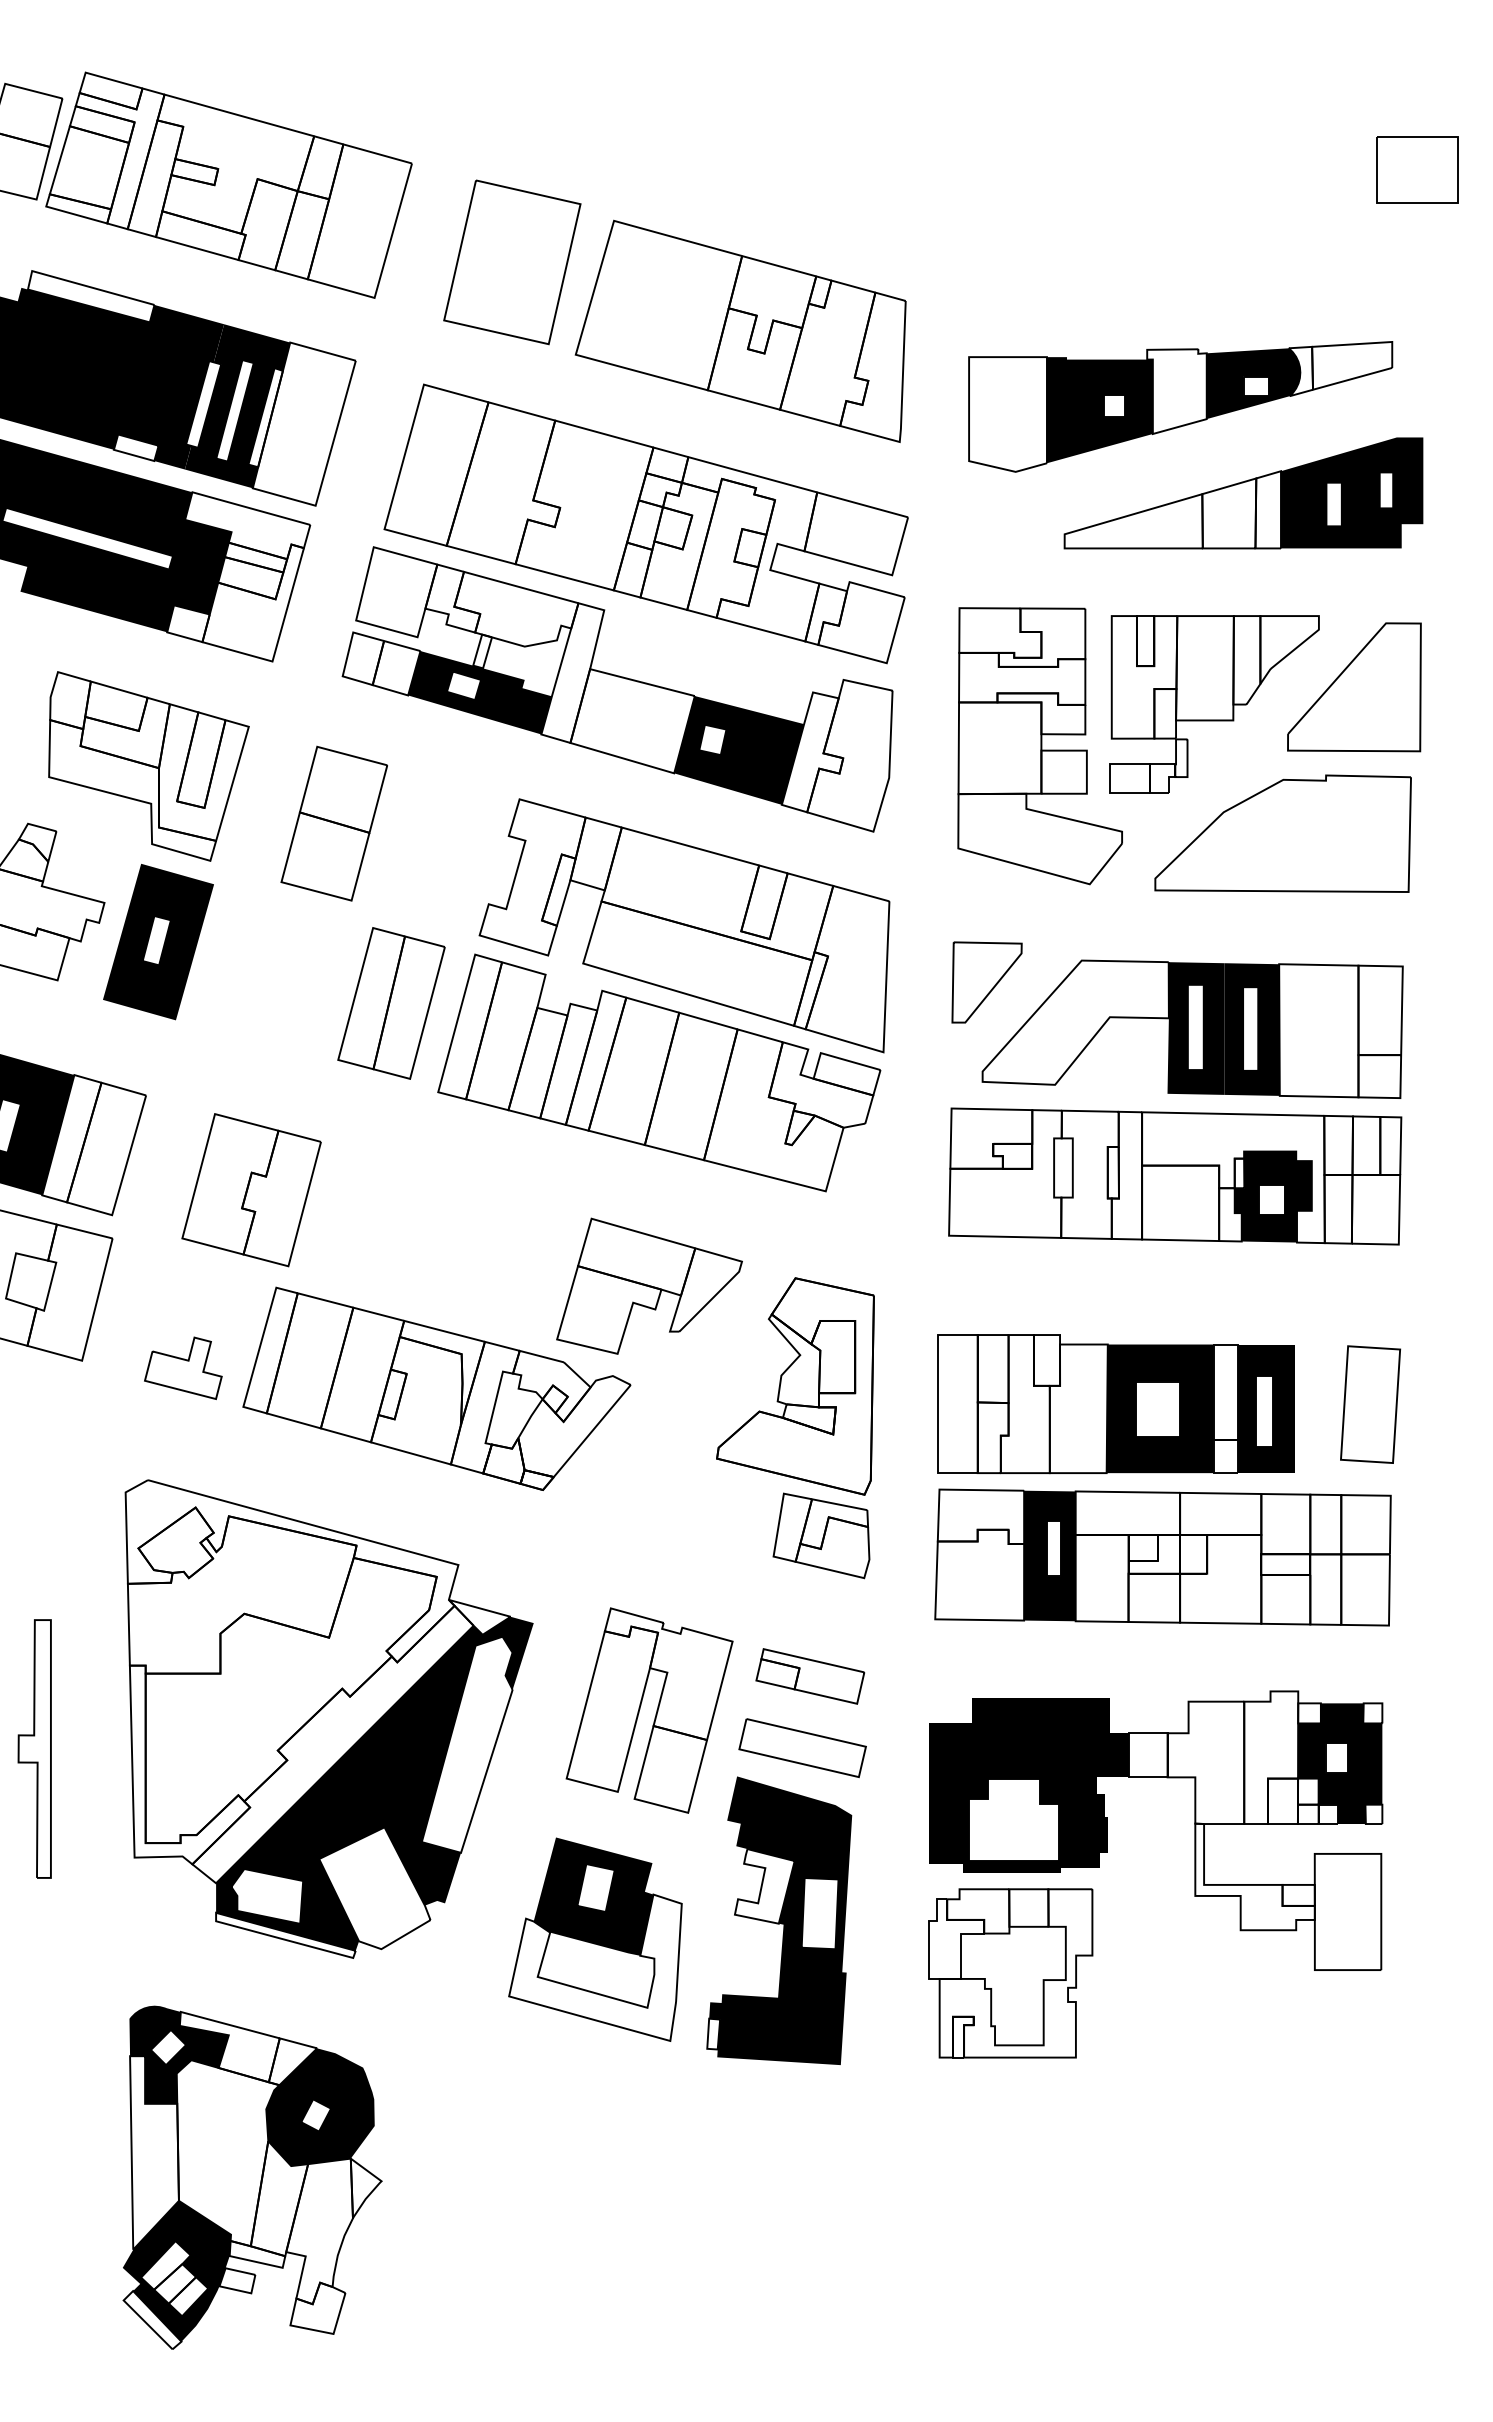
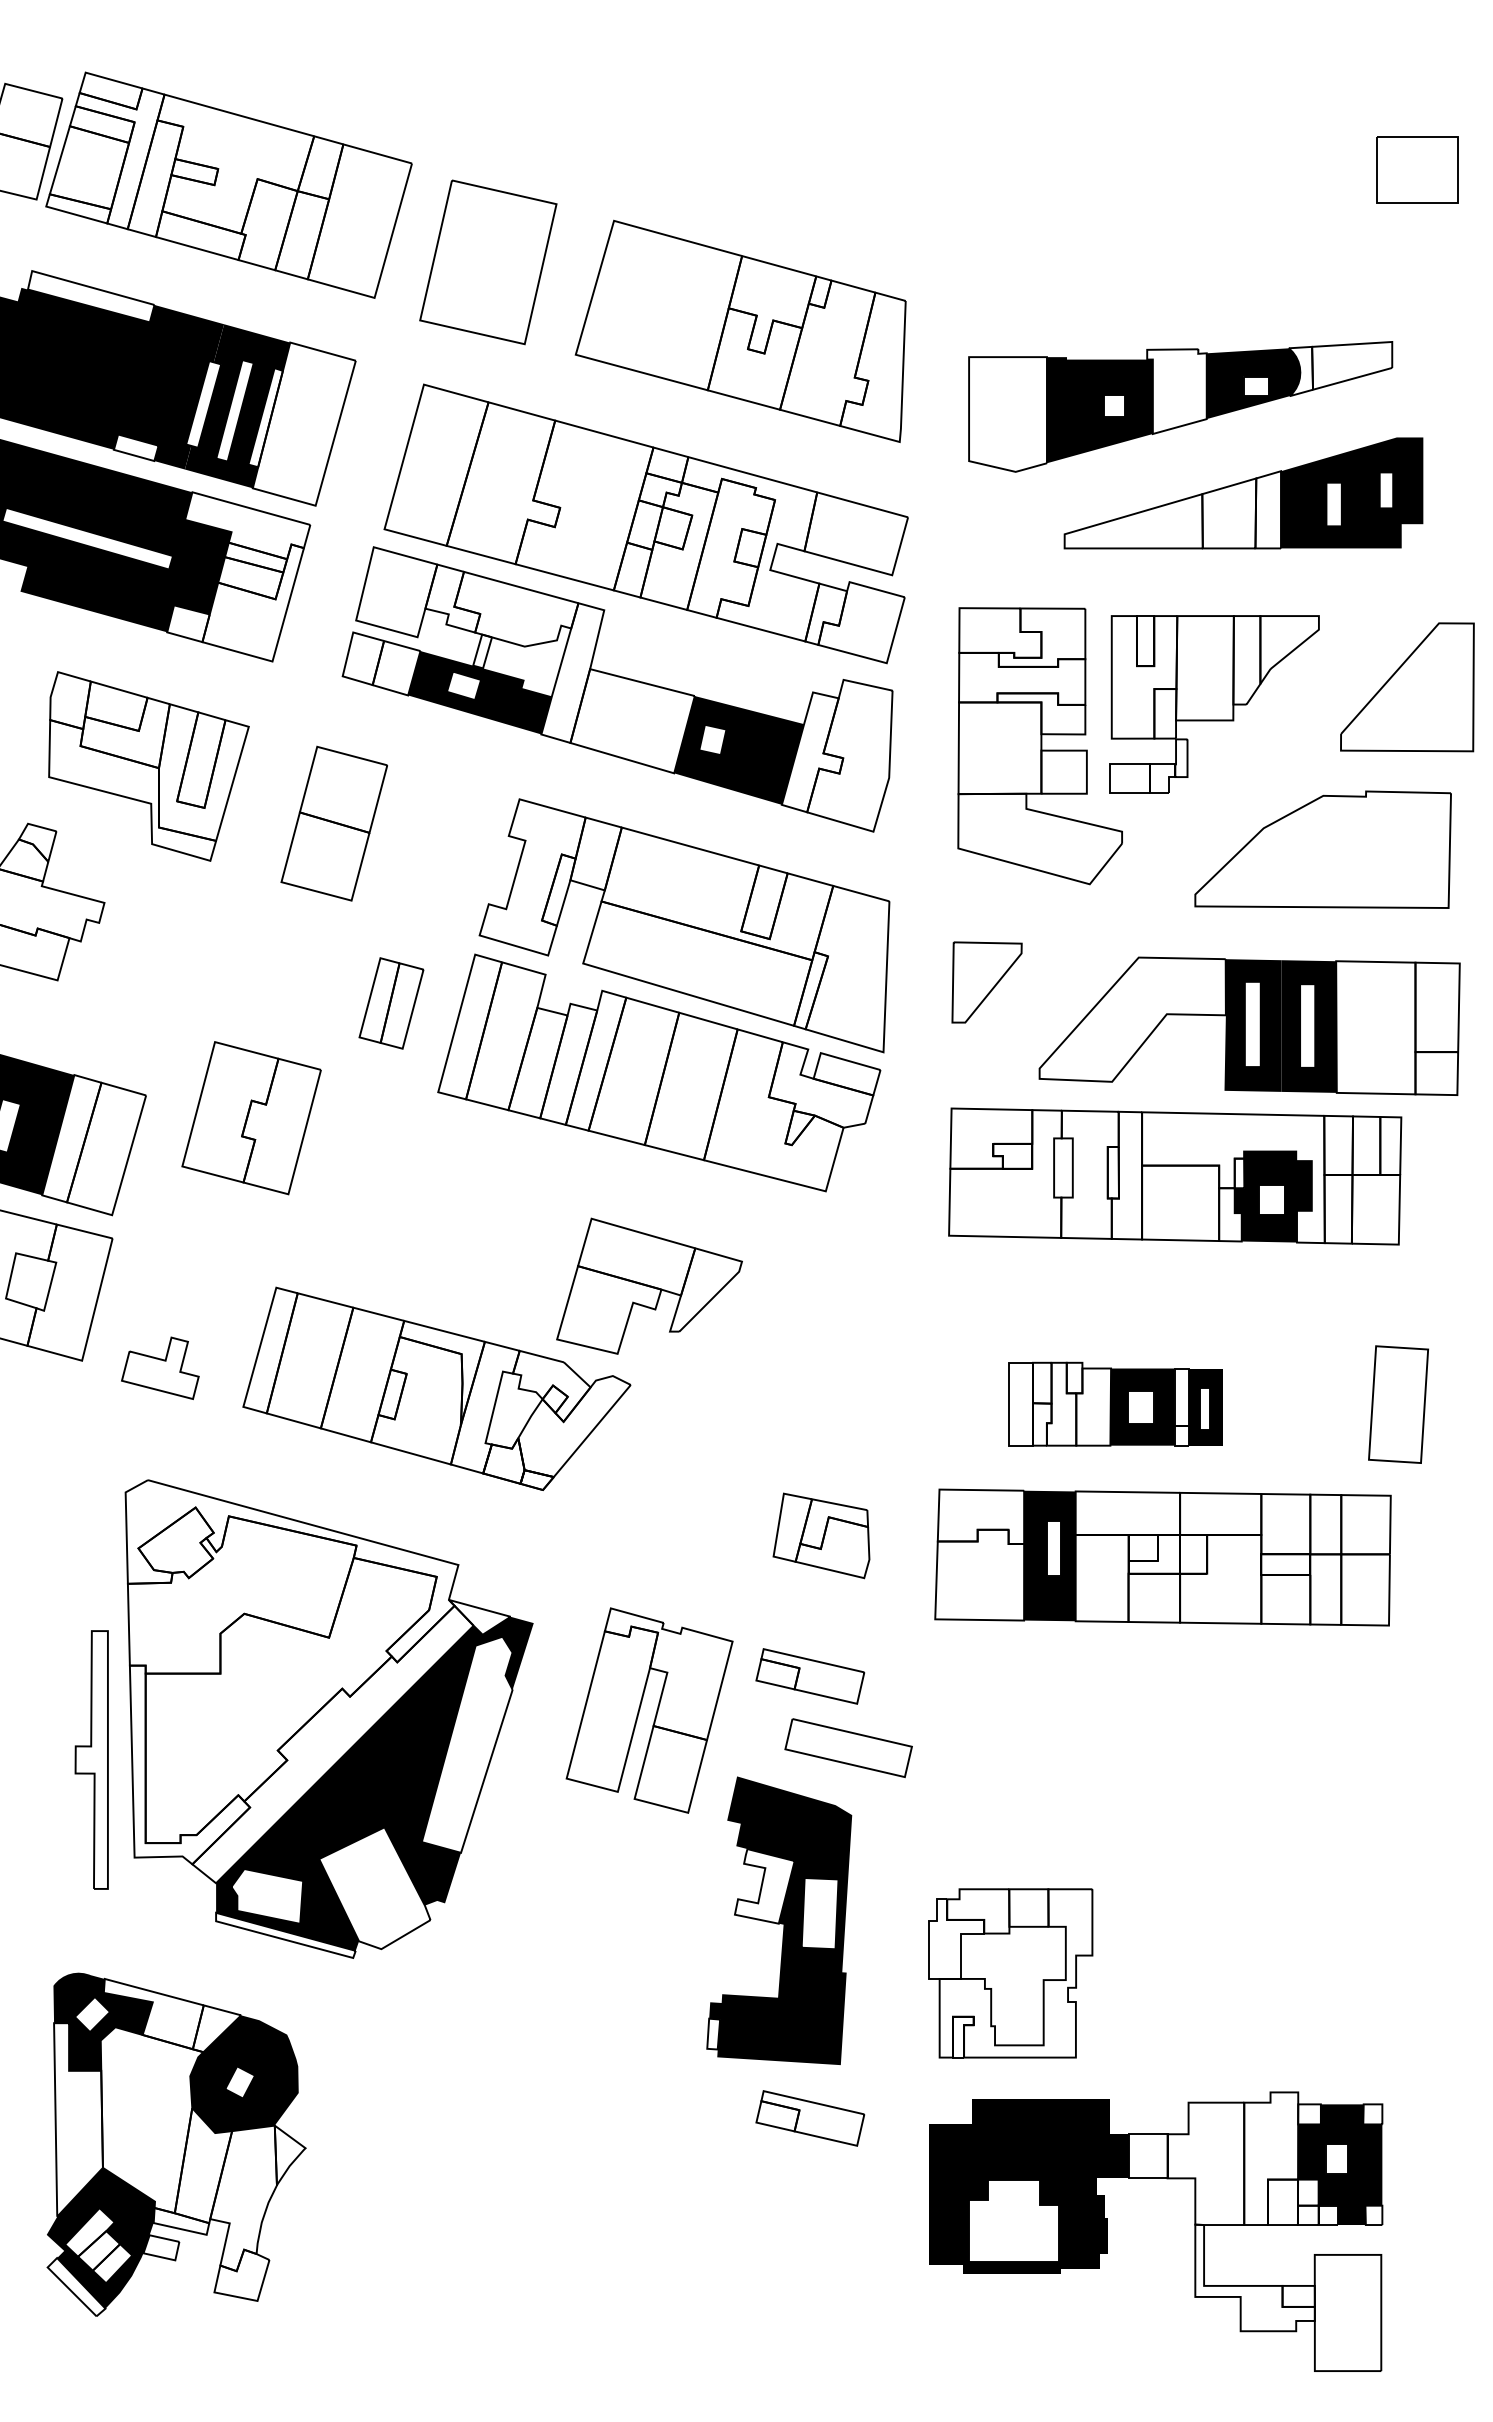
part at (512, 262) position: (512, 262) -> (488, 262)
part at (1354, 687) position: (1354, 687) -> (1407, 687)
part at (1282, 833) position: (1282, 833) -> (1322, 849)
part at (158, 942): present -> none
part at (391, 1003) size: 109x153 px -> 67x93 px
part at (1192, 1028) position: (1192, 1028) -> (1249, 1025)
part at (251, 1190) position: (251, 1190) -> (251, 1118)
part at (183, 1367) position: (183, 1367) -> (160, 1367)
part at (795, 1386): present -> none
part at (1115, 1404) size: 358x141 px -> 215x86 px
part at (1370, 1404) position: (1370, 1404) -> (1398, 1404)
part at (34, 1748) position: (34, 1748) -> (91, 1759)
part at (802, 1748) position: (802, 1748) -> (848, 1748)
part at (1194, 1830) position: (1194, 1830) -> (1194, 2231)
part at (595, 1939): present -> none
part at (810, 2118): none -> present
part at (252, 2177) position: (252, 2177) -> (176, 2144)
